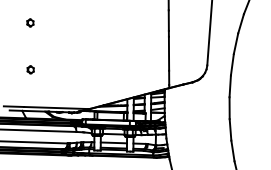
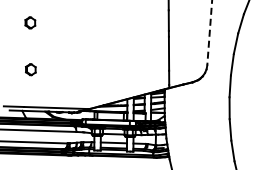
part at (30, 22) size: 9x10 px -> 13x14 px
line at (209, 33): solid -> dashed
part at (30, 69) size: 9x10 px -> 12x14 px
